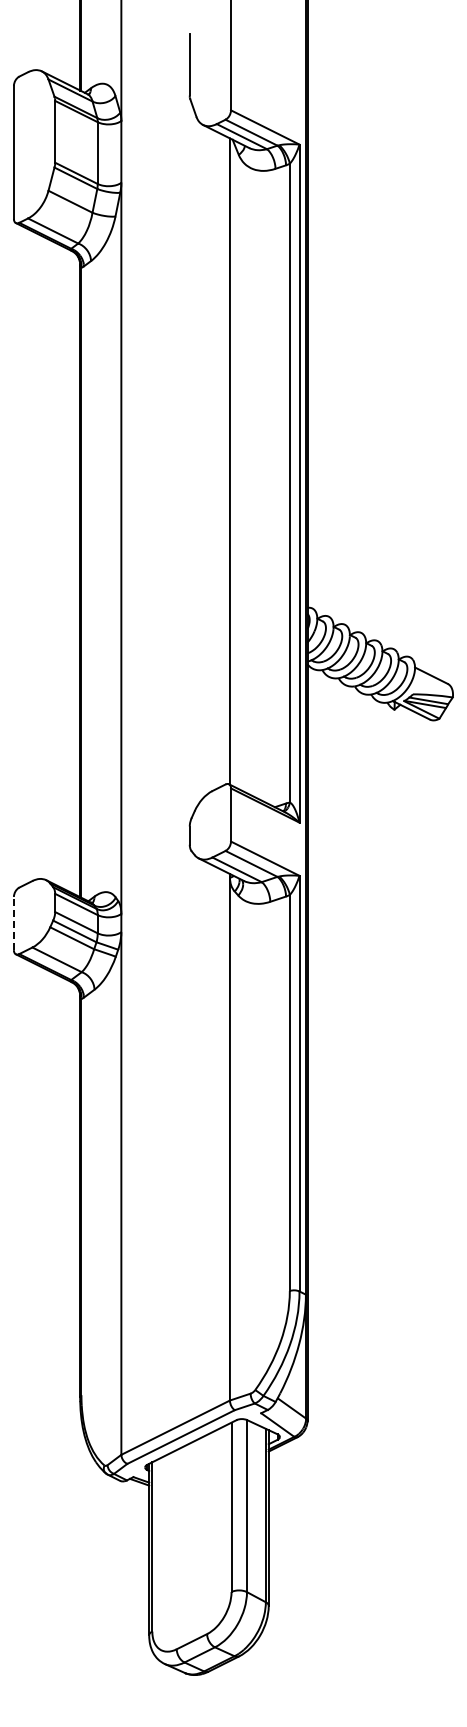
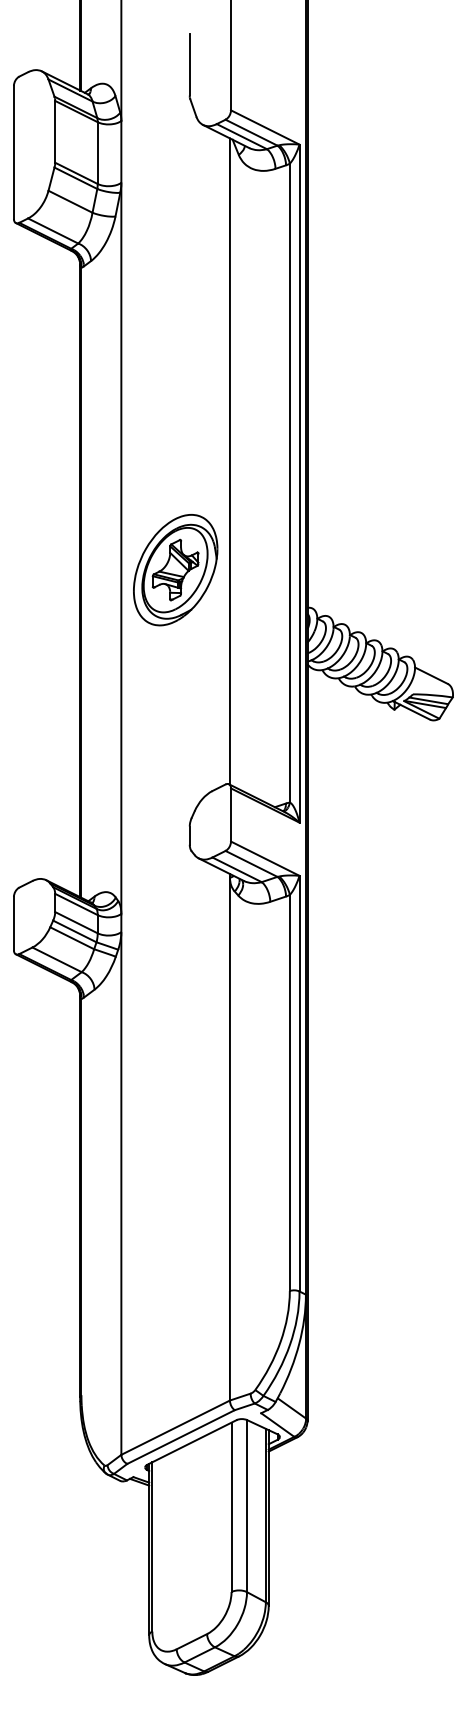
part at (175, 570): none -> present
line at (13, 923): dashed -> solid
